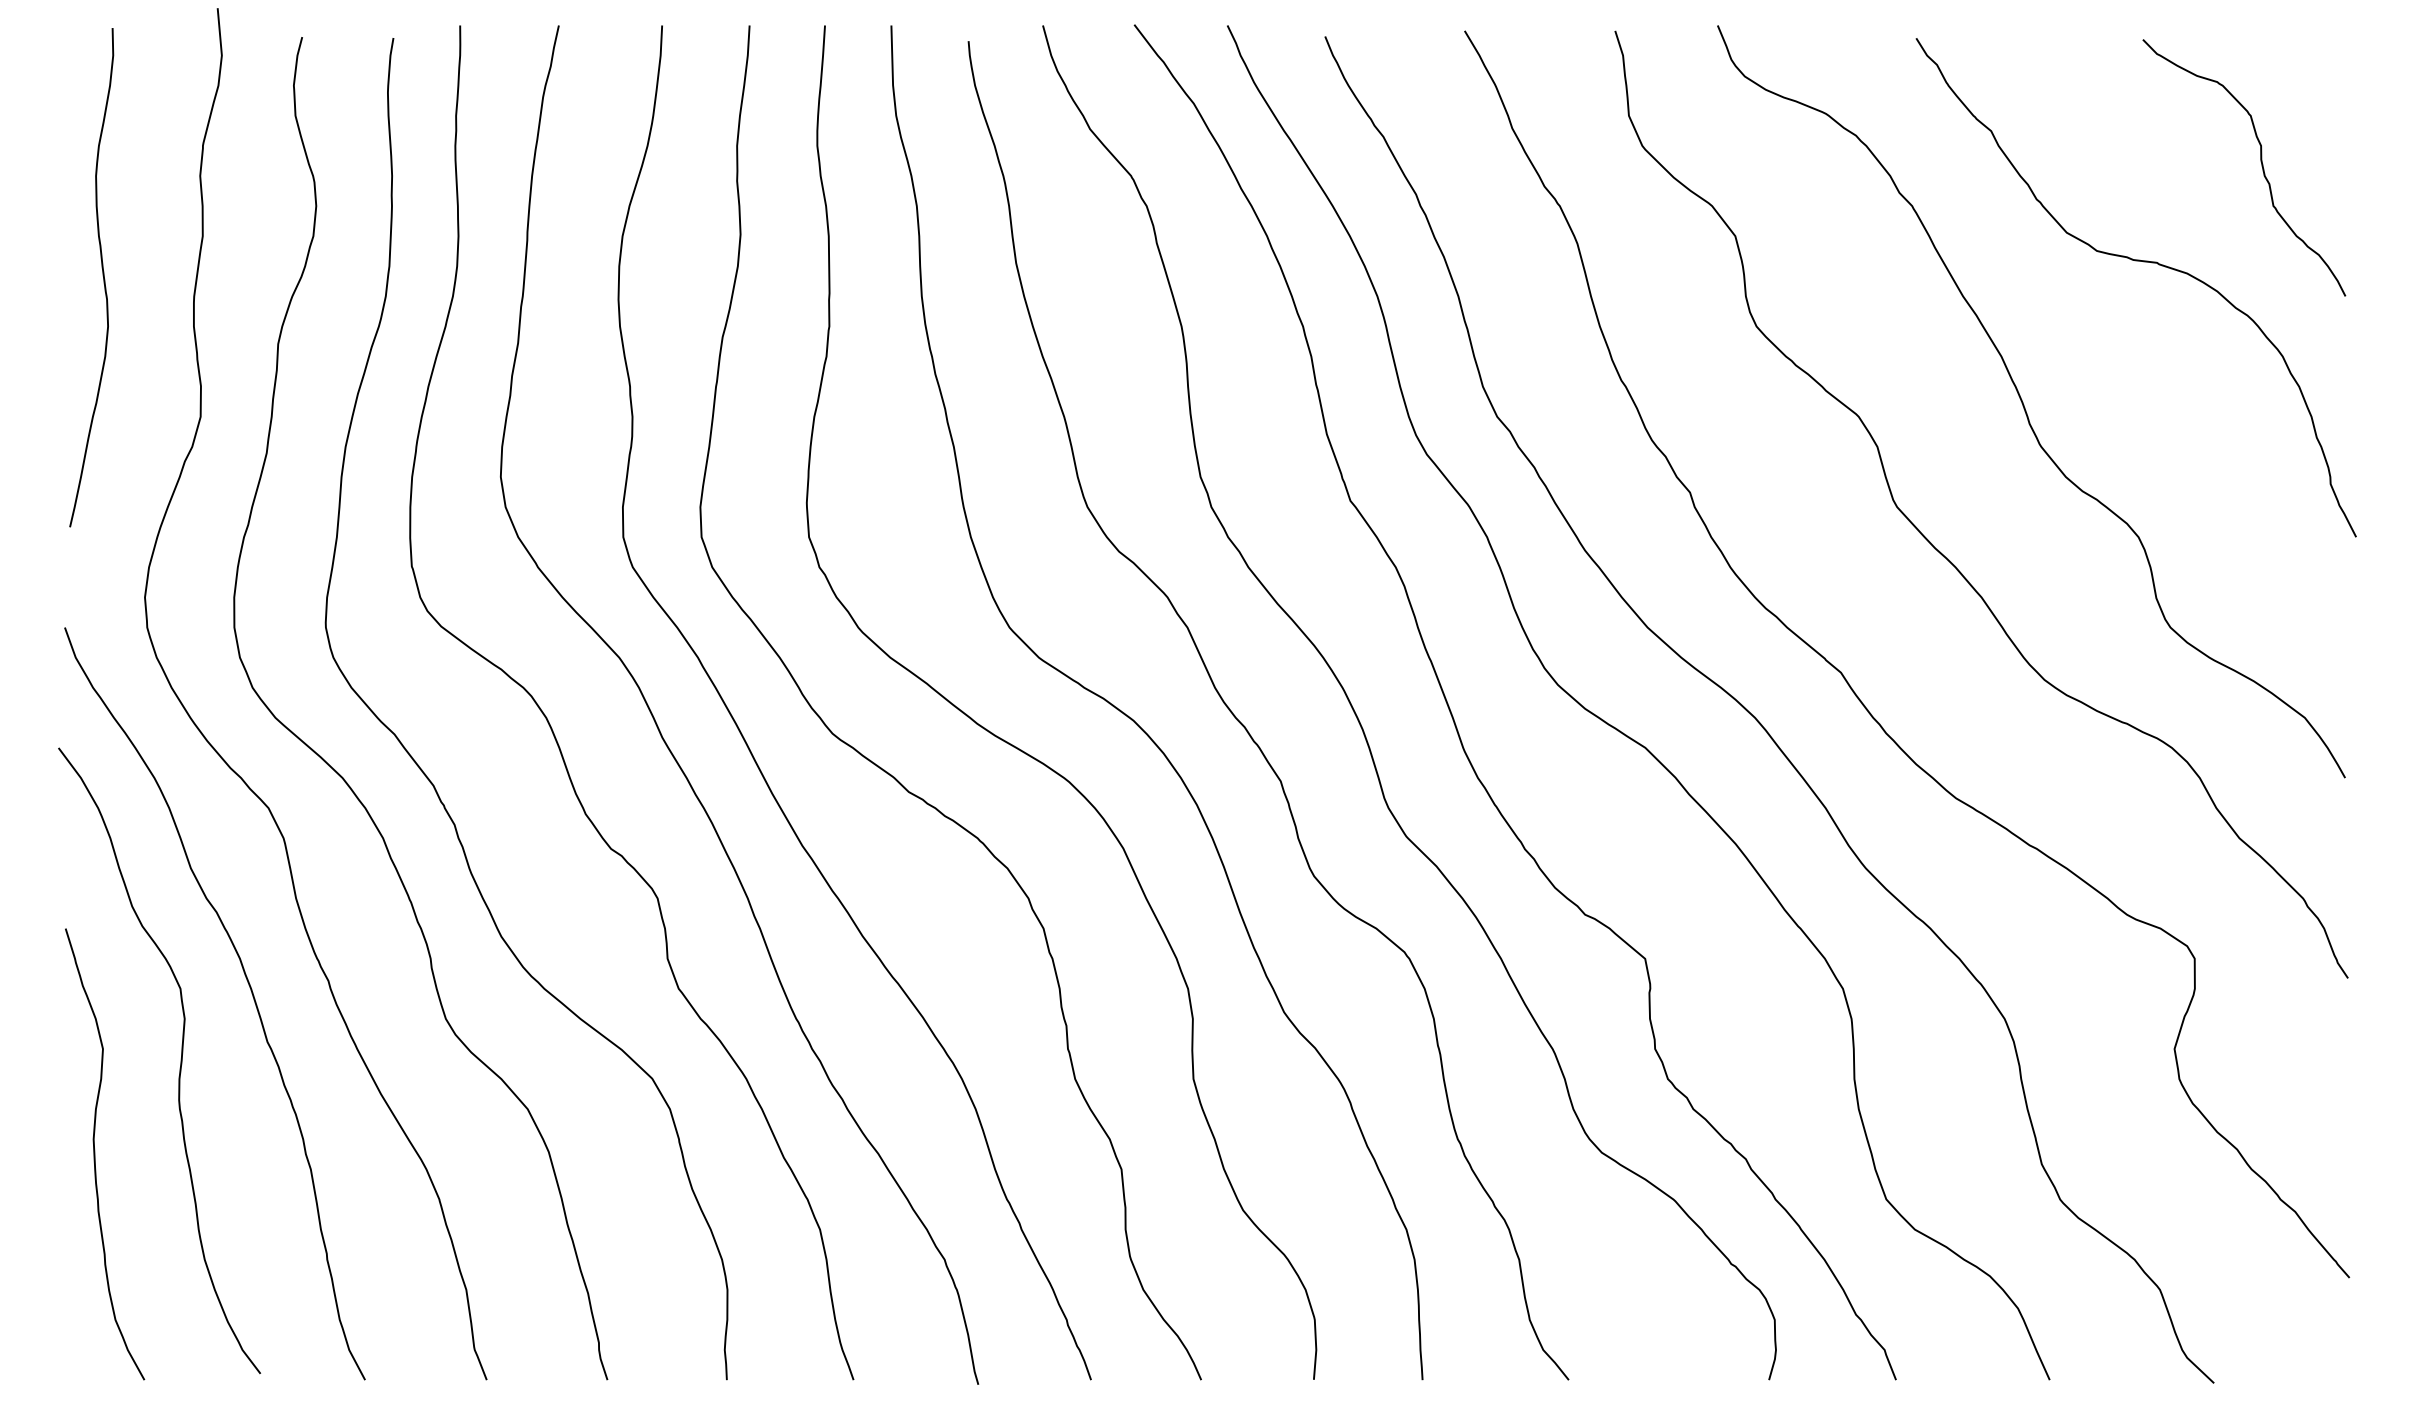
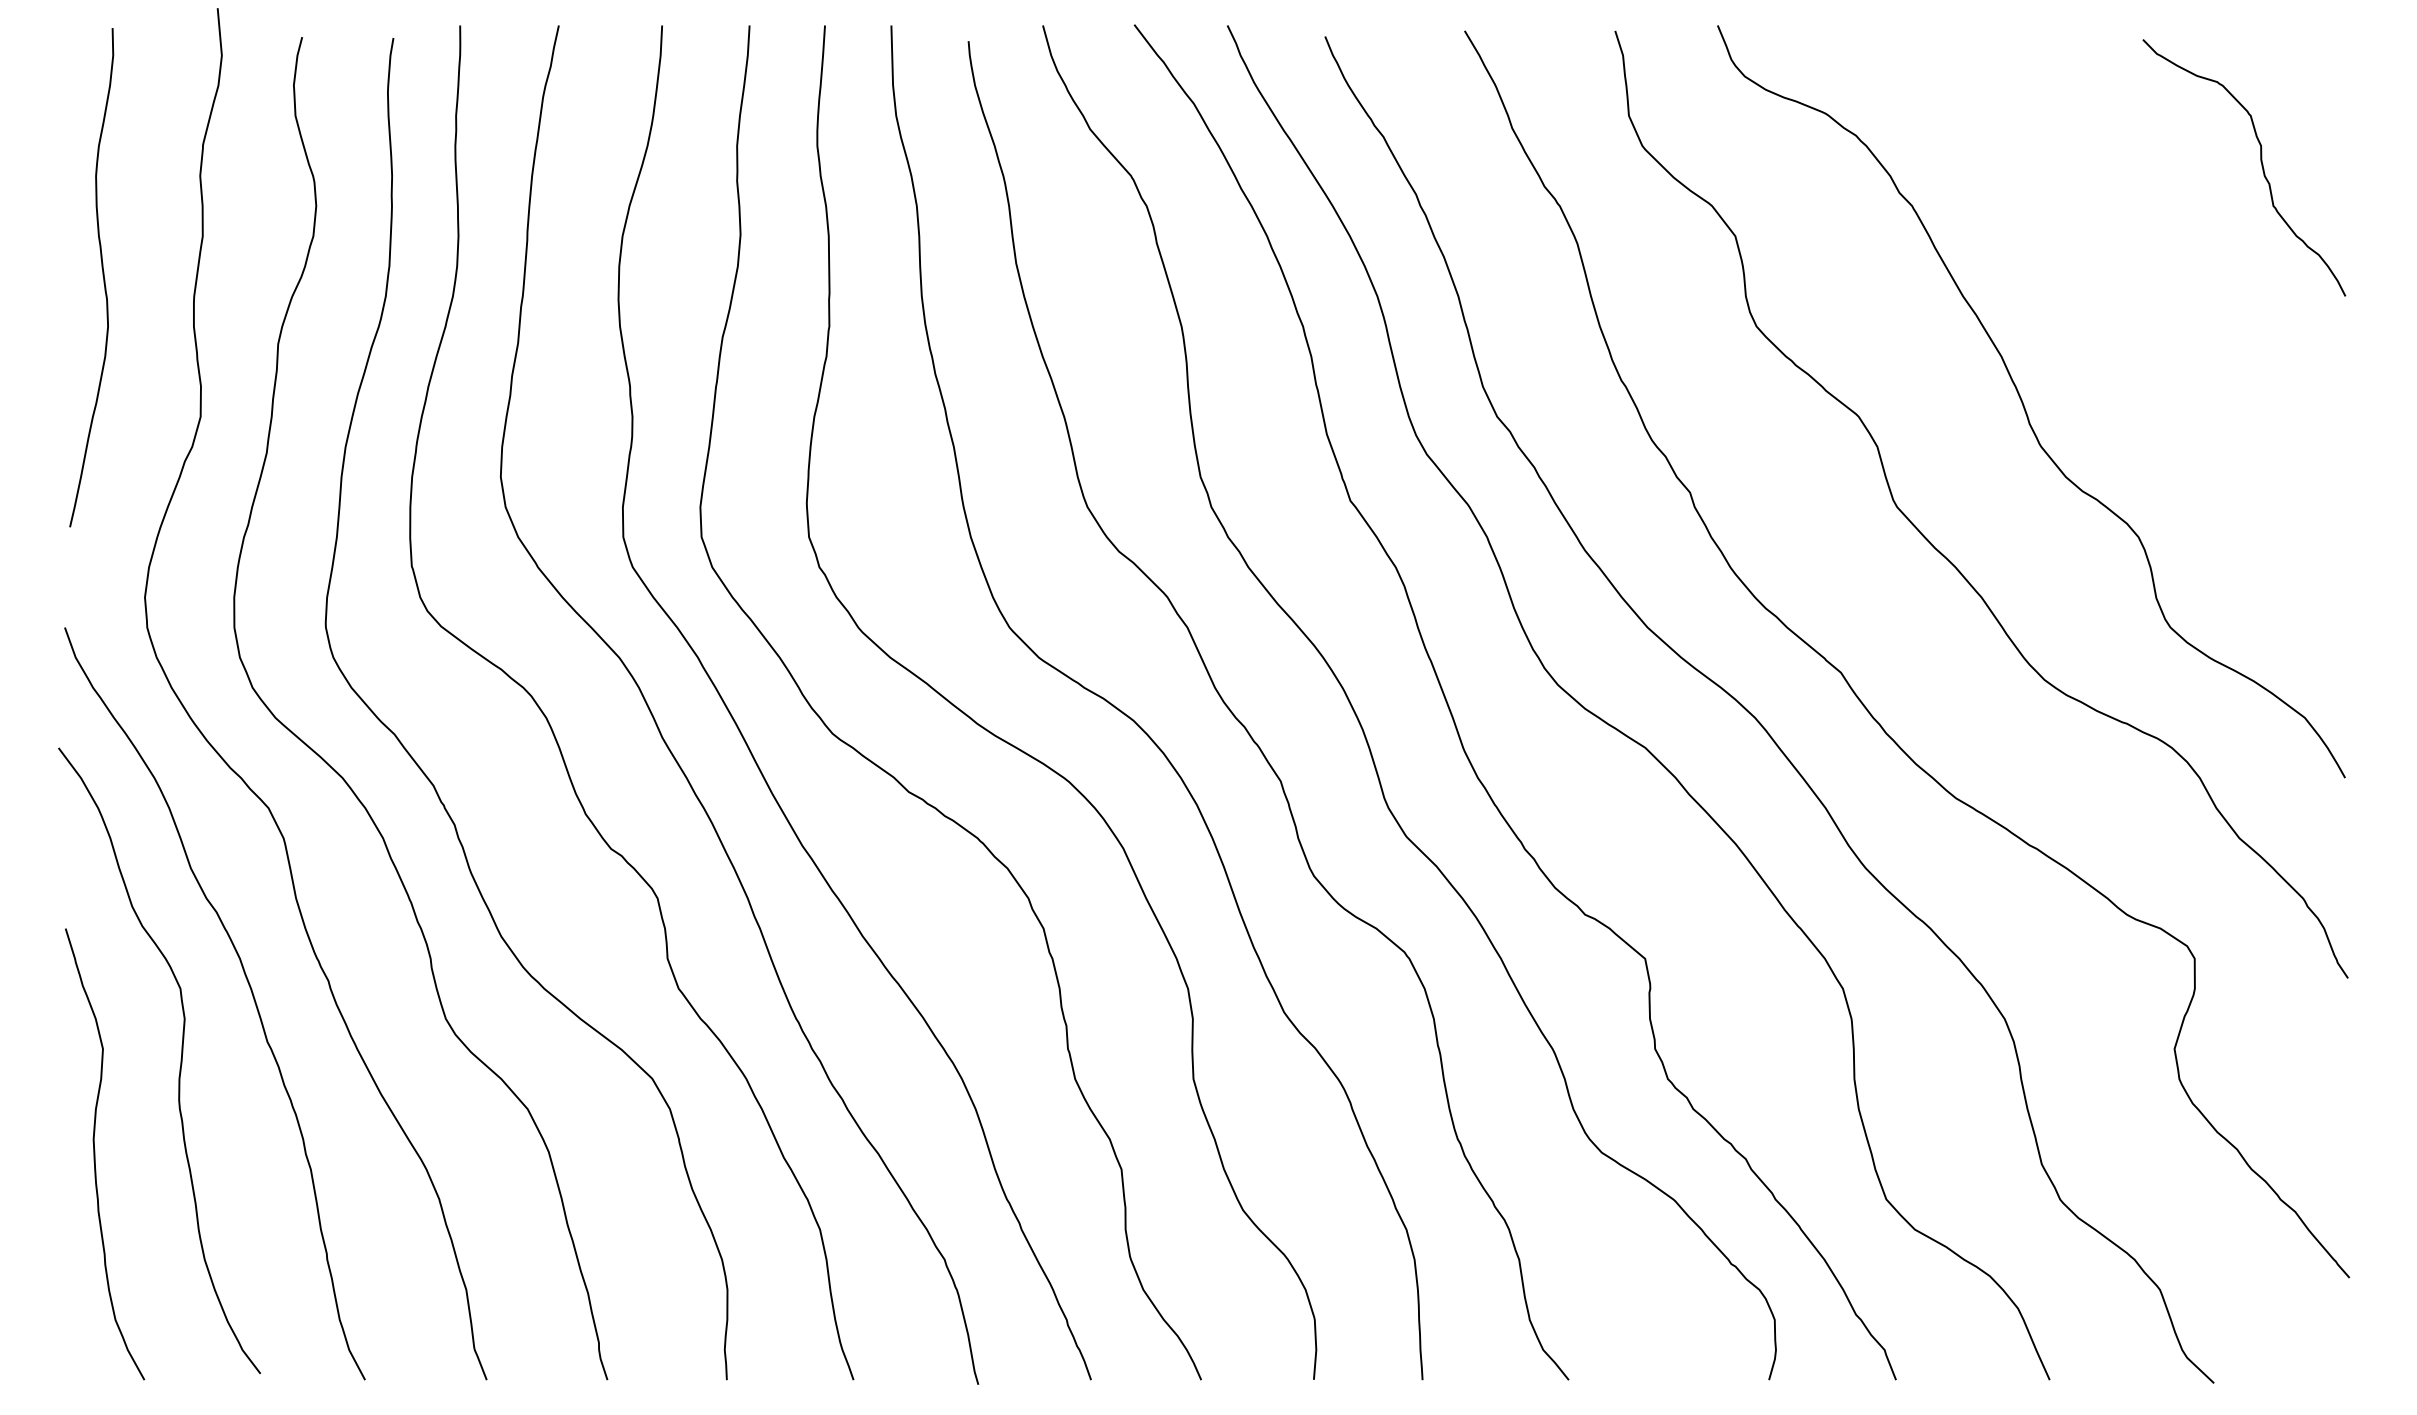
curve at (2135, 261): present -> none
